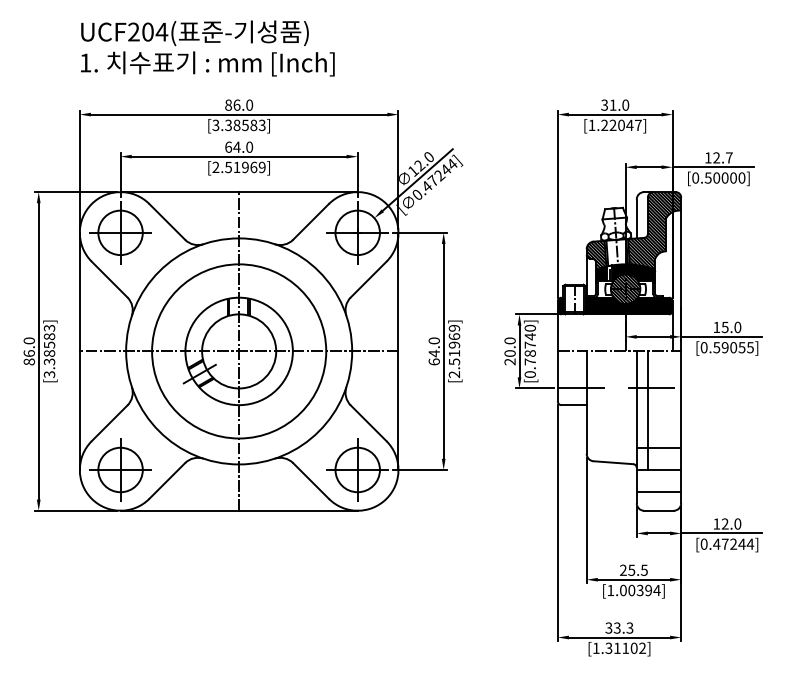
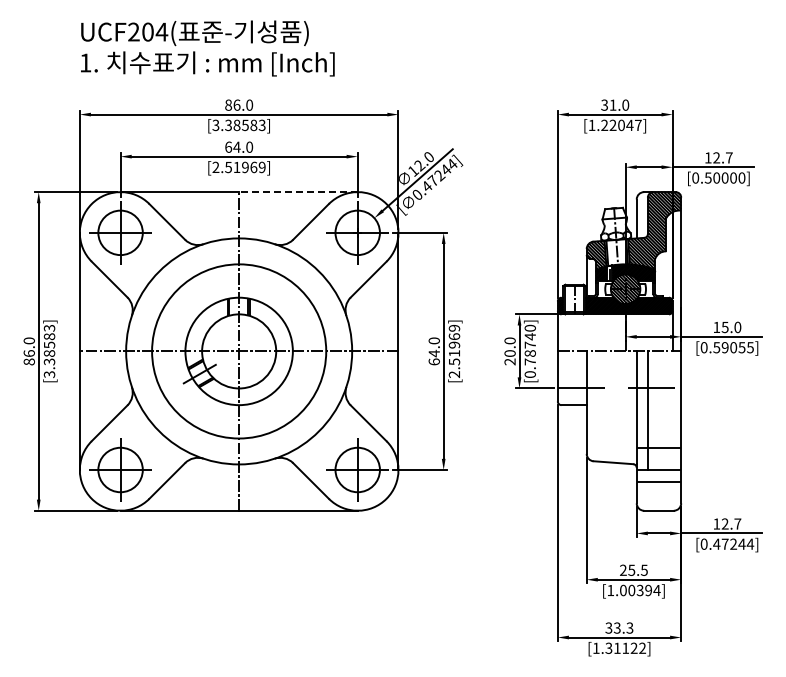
line at (297, 192): solid -> dashed
line at (658, 492) position: (658, 492) -> (658, 482)
text at (737, 523): 12.0 -> 12.7
text at (633, 647): [1.31102] -> [1.31122]
